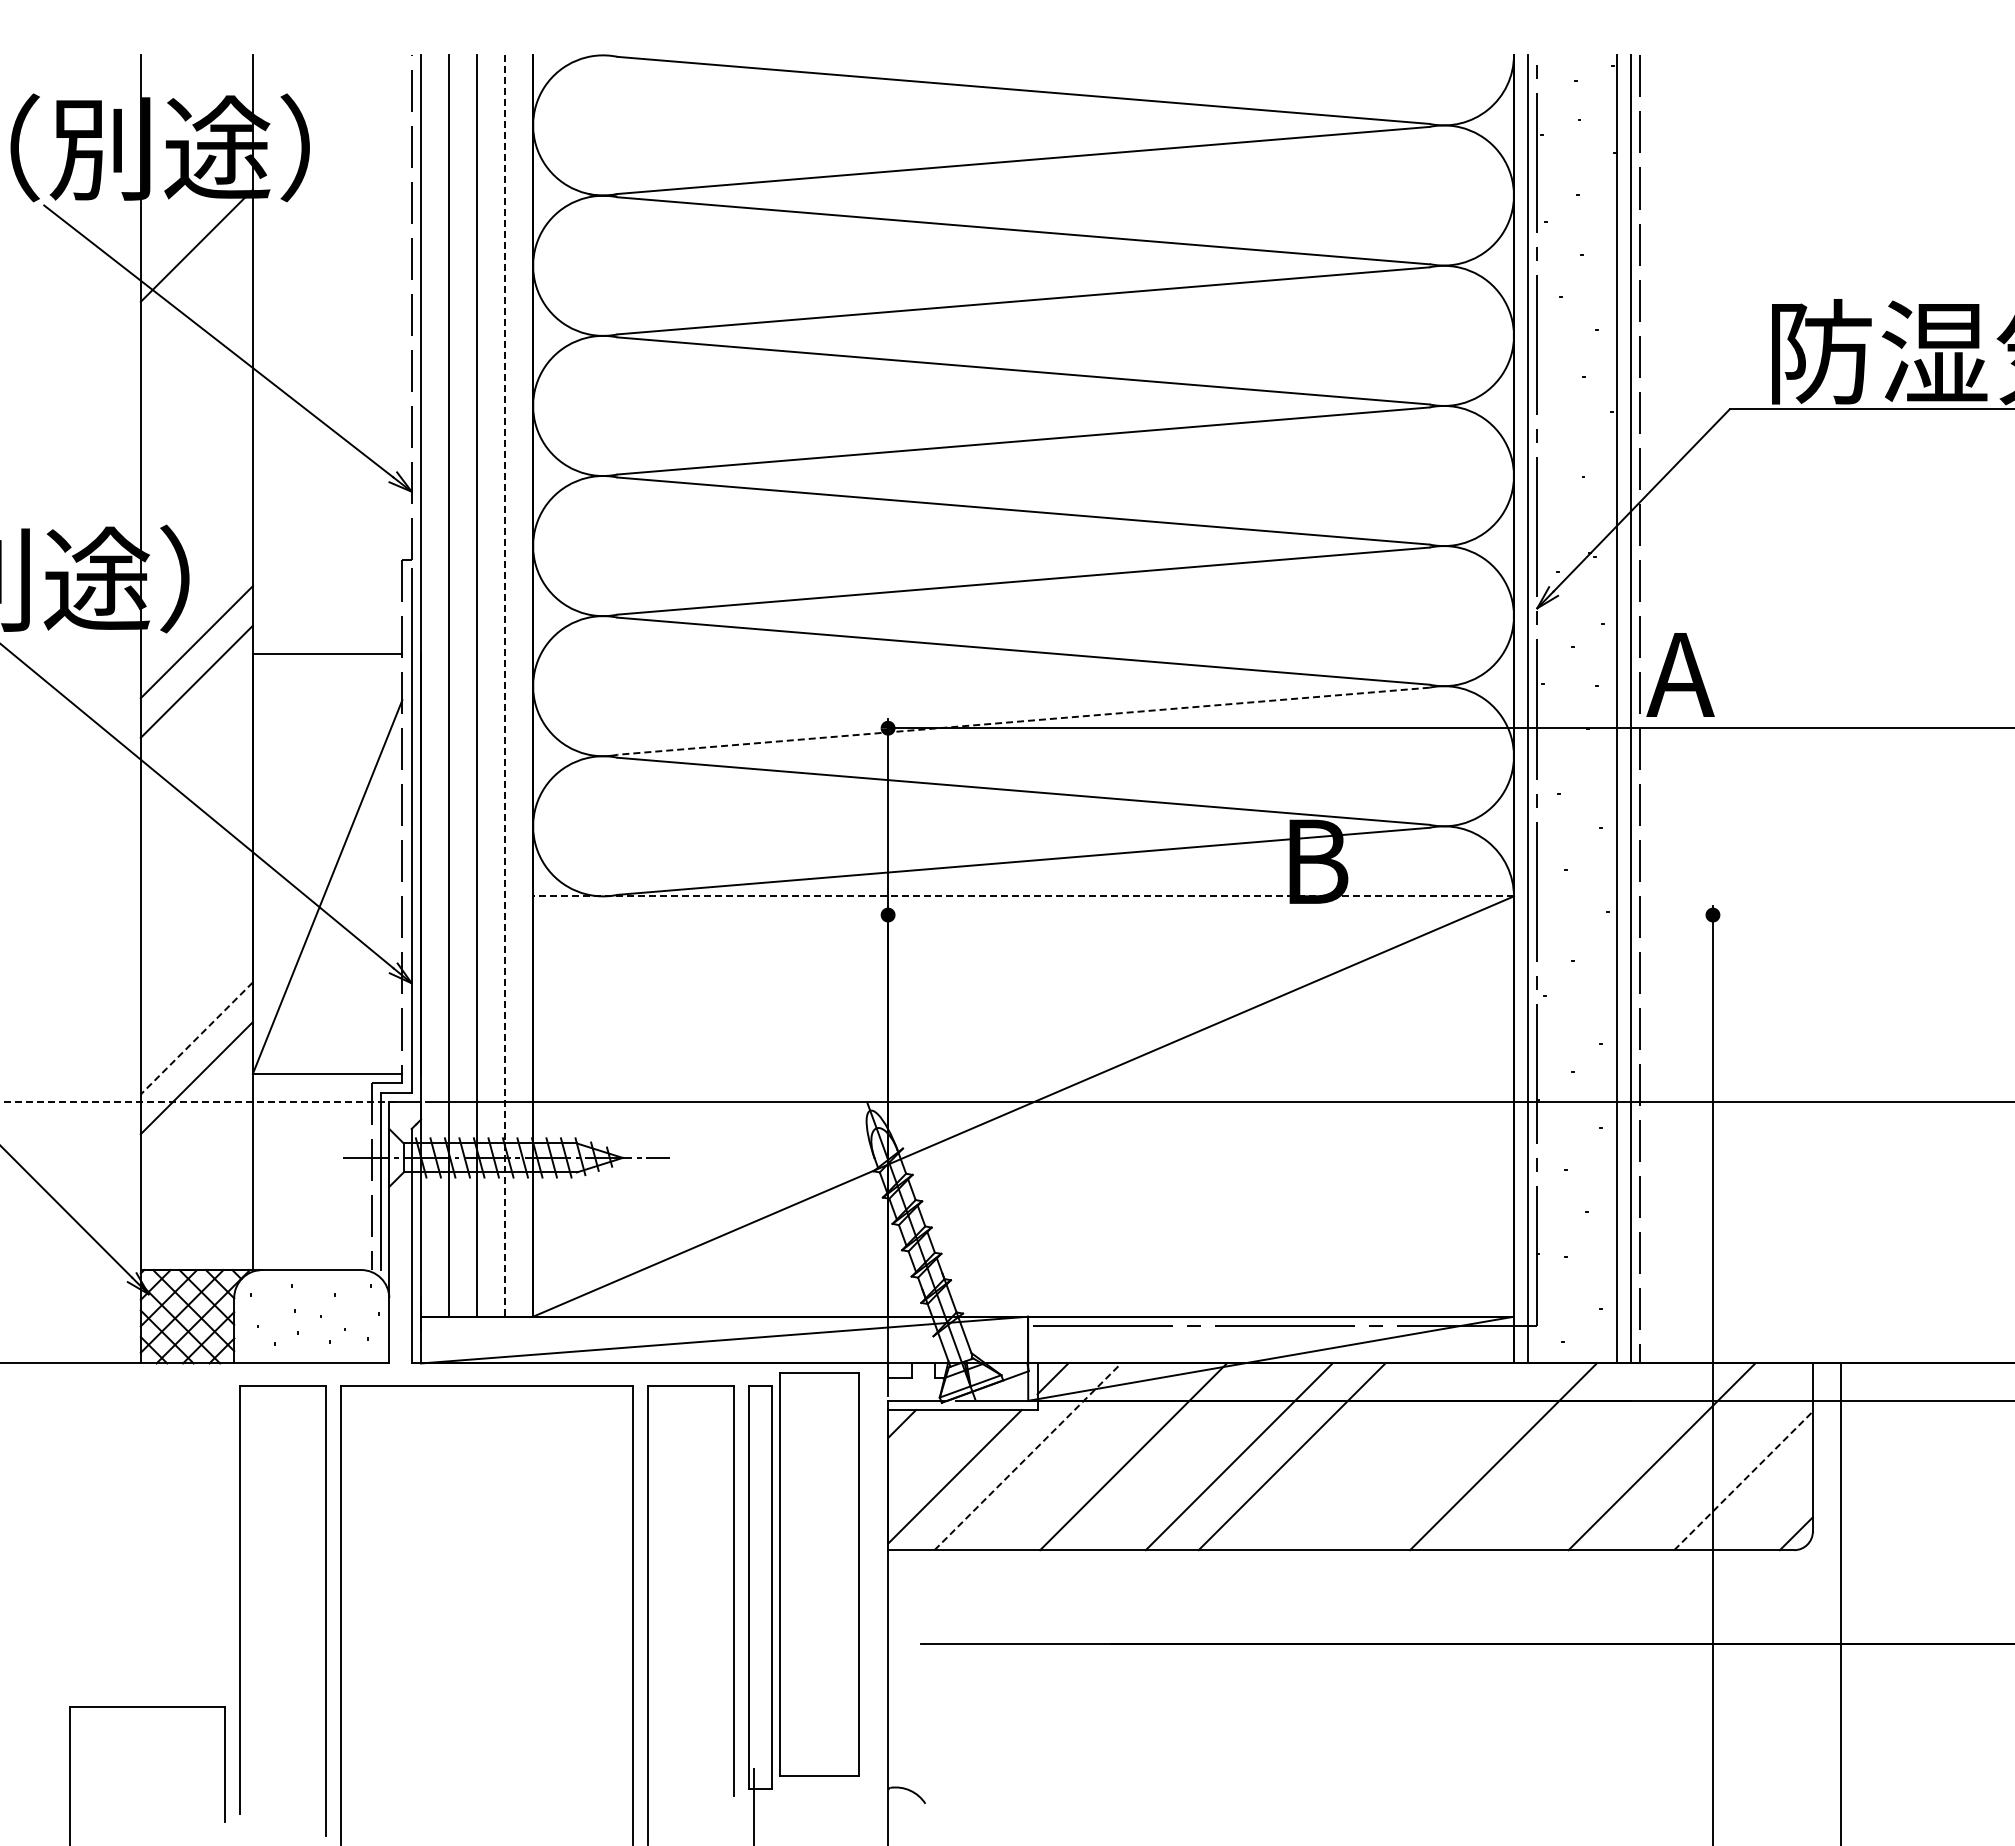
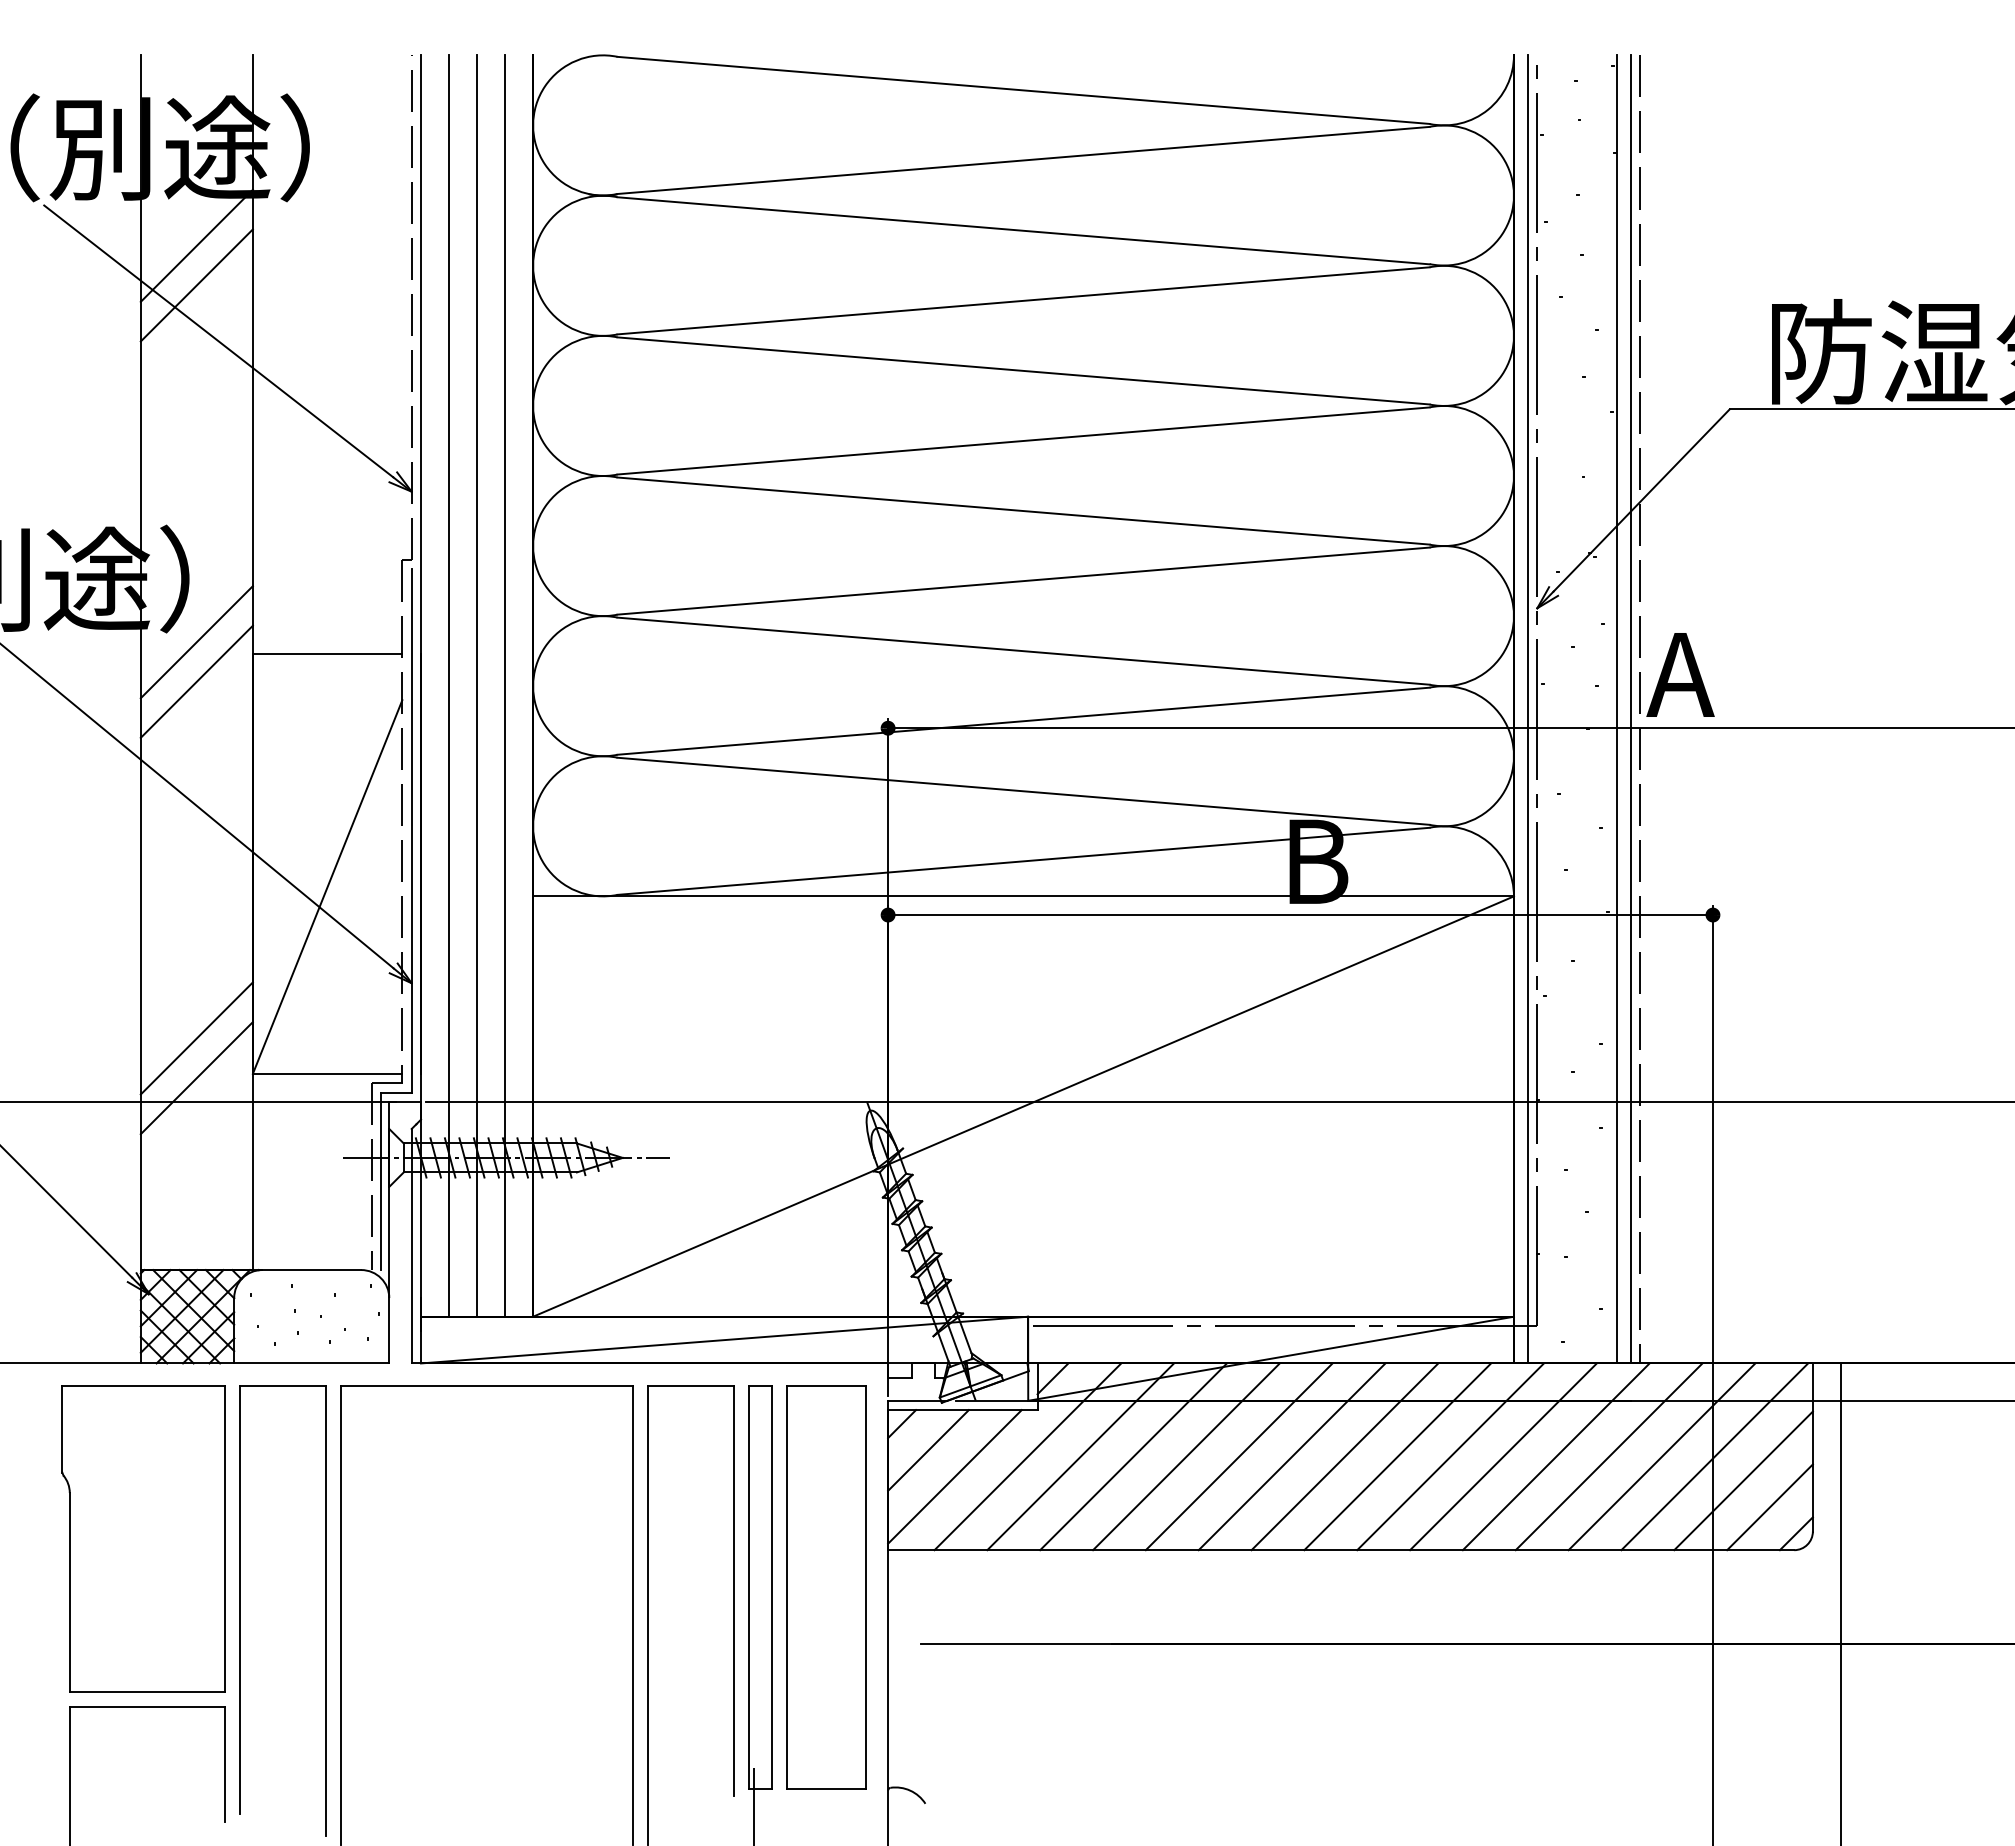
line at (196, 285): none -> present
line at (505, 686): dashed -> solid
line at (1023, 721): dashed -> solid
line at (1023, 896): dashed -> solid
line at (1300, 915): none -> present
line at (196, 1038): dashed -> solid
line at (197, 1101): dashed -> solid
line at (928, 1450): none -> present
line at (1028, 1456): dashed -> solid
line at (1080, 1456): none -> present
line at (1186, 1456): none -> present
line at (1344, 1456): none -> present
line at (1397, 1456): none -> present
line at (1450, 1456): none -> present
line at (1555, 1456): none -> present
line at (1608, 1456): none -> present
line at (1714, 1456): none -> present
line at (1743, 1480): dashed -> solid
line at (1769, 1507): none -> present
part at (143, 1538): none -> present
part at (819, 1574) position: (819, 1574) -> (826, 1587)
